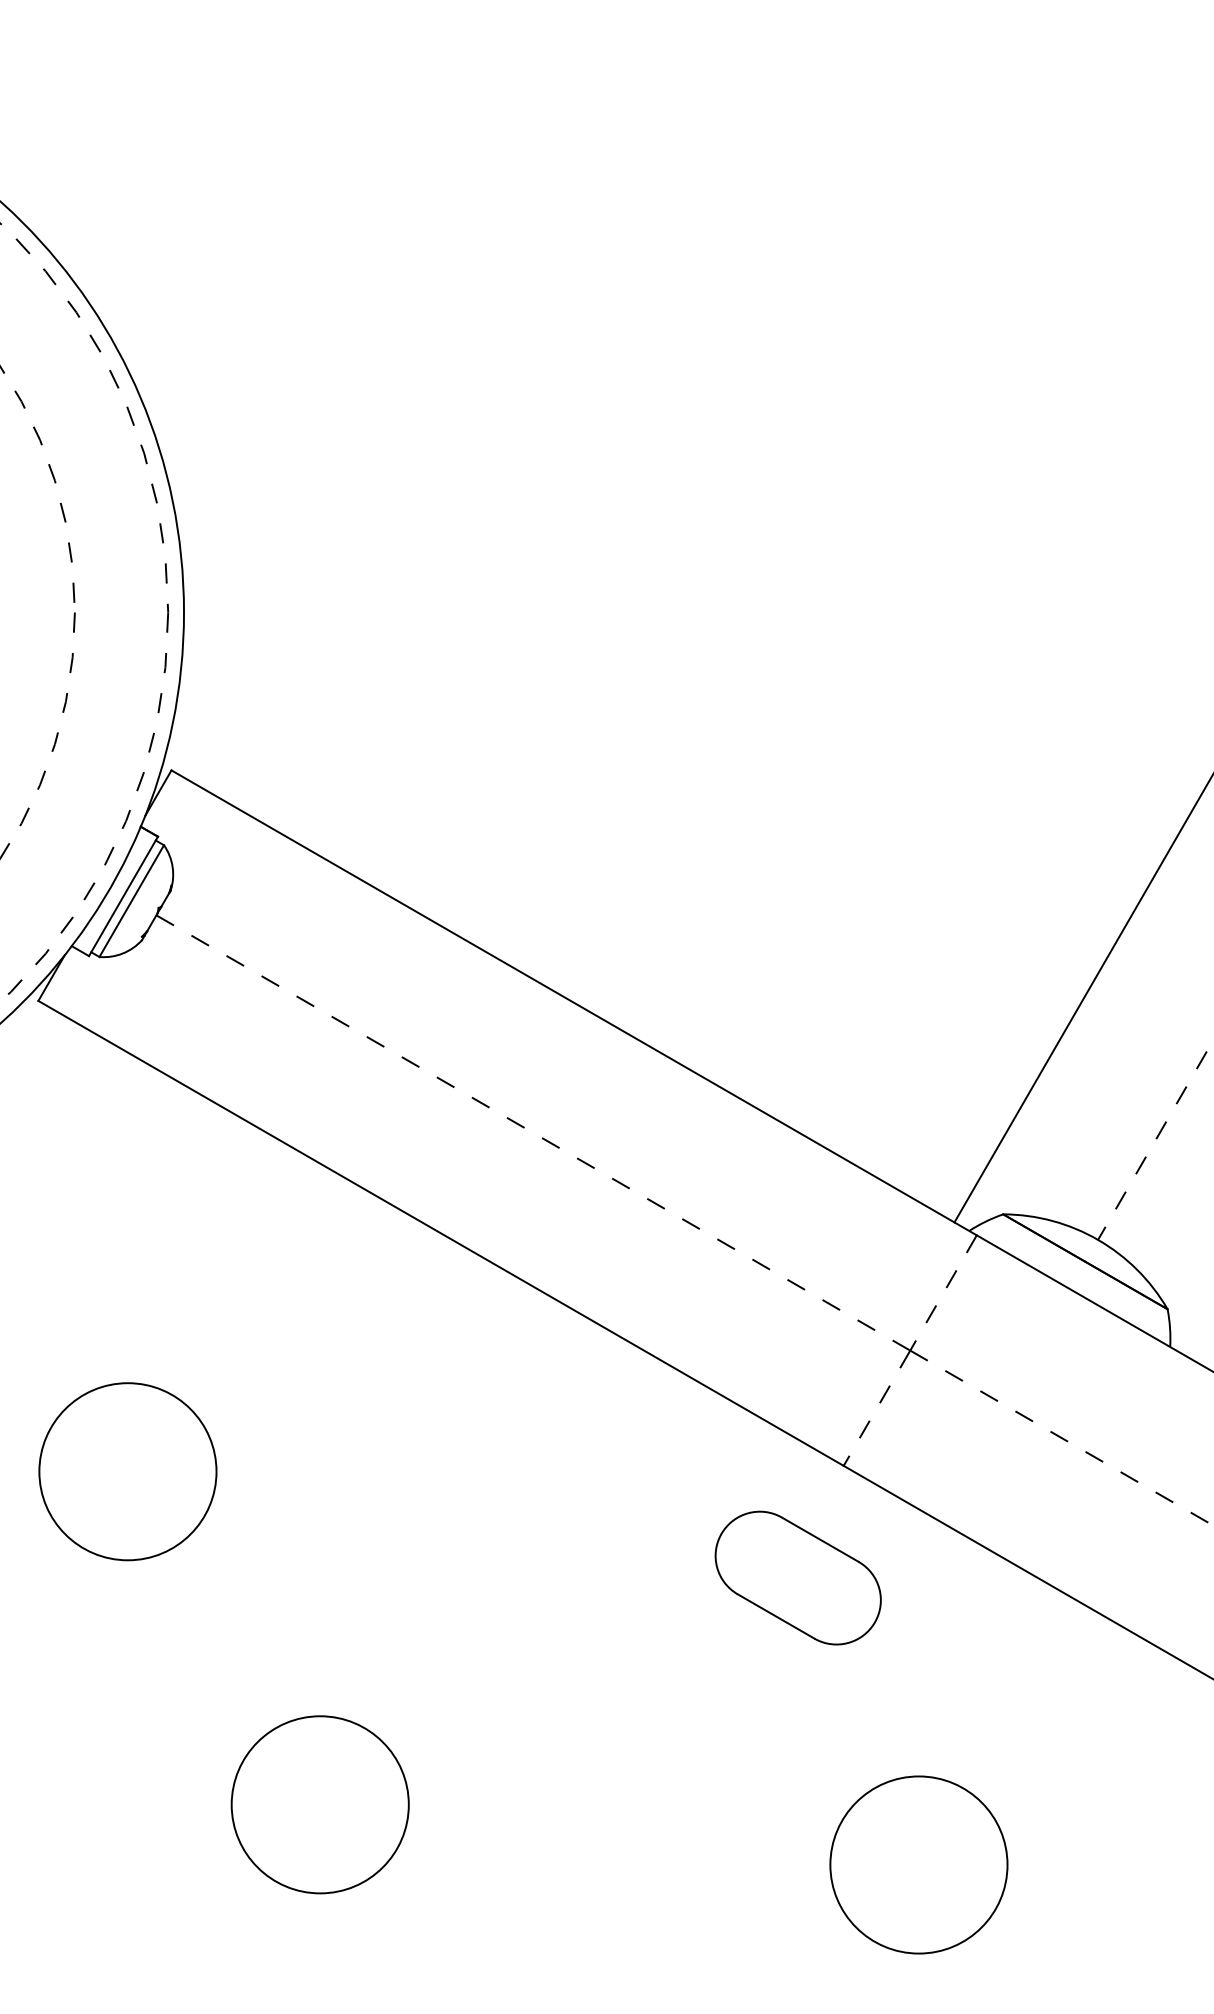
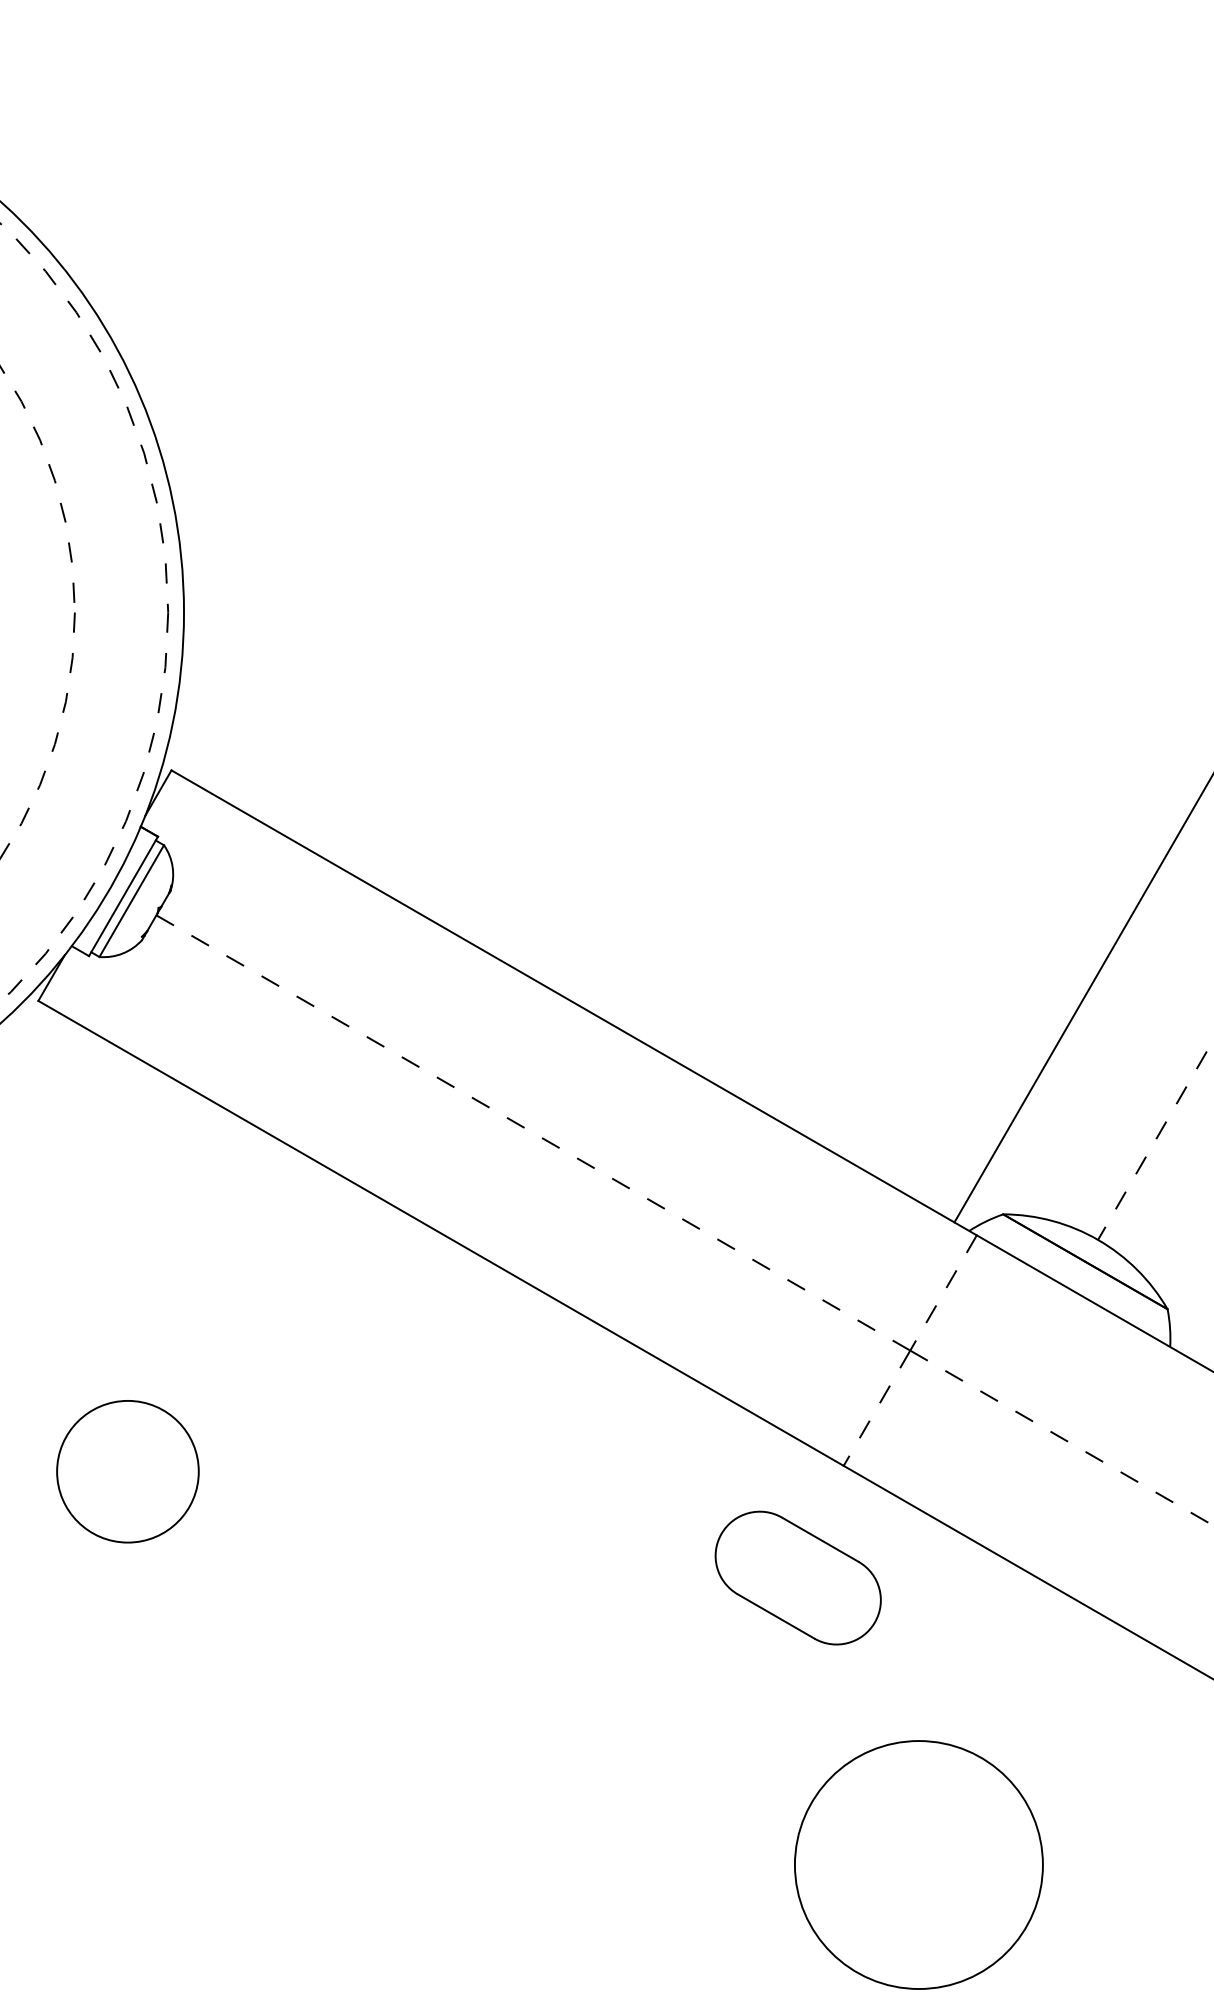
circle at (127, 1471) diameter: 177 px -> 142 px
circle at (319, 1804): present -> none
circle at (918, 1864) diameter: 177 px -> 248 px
